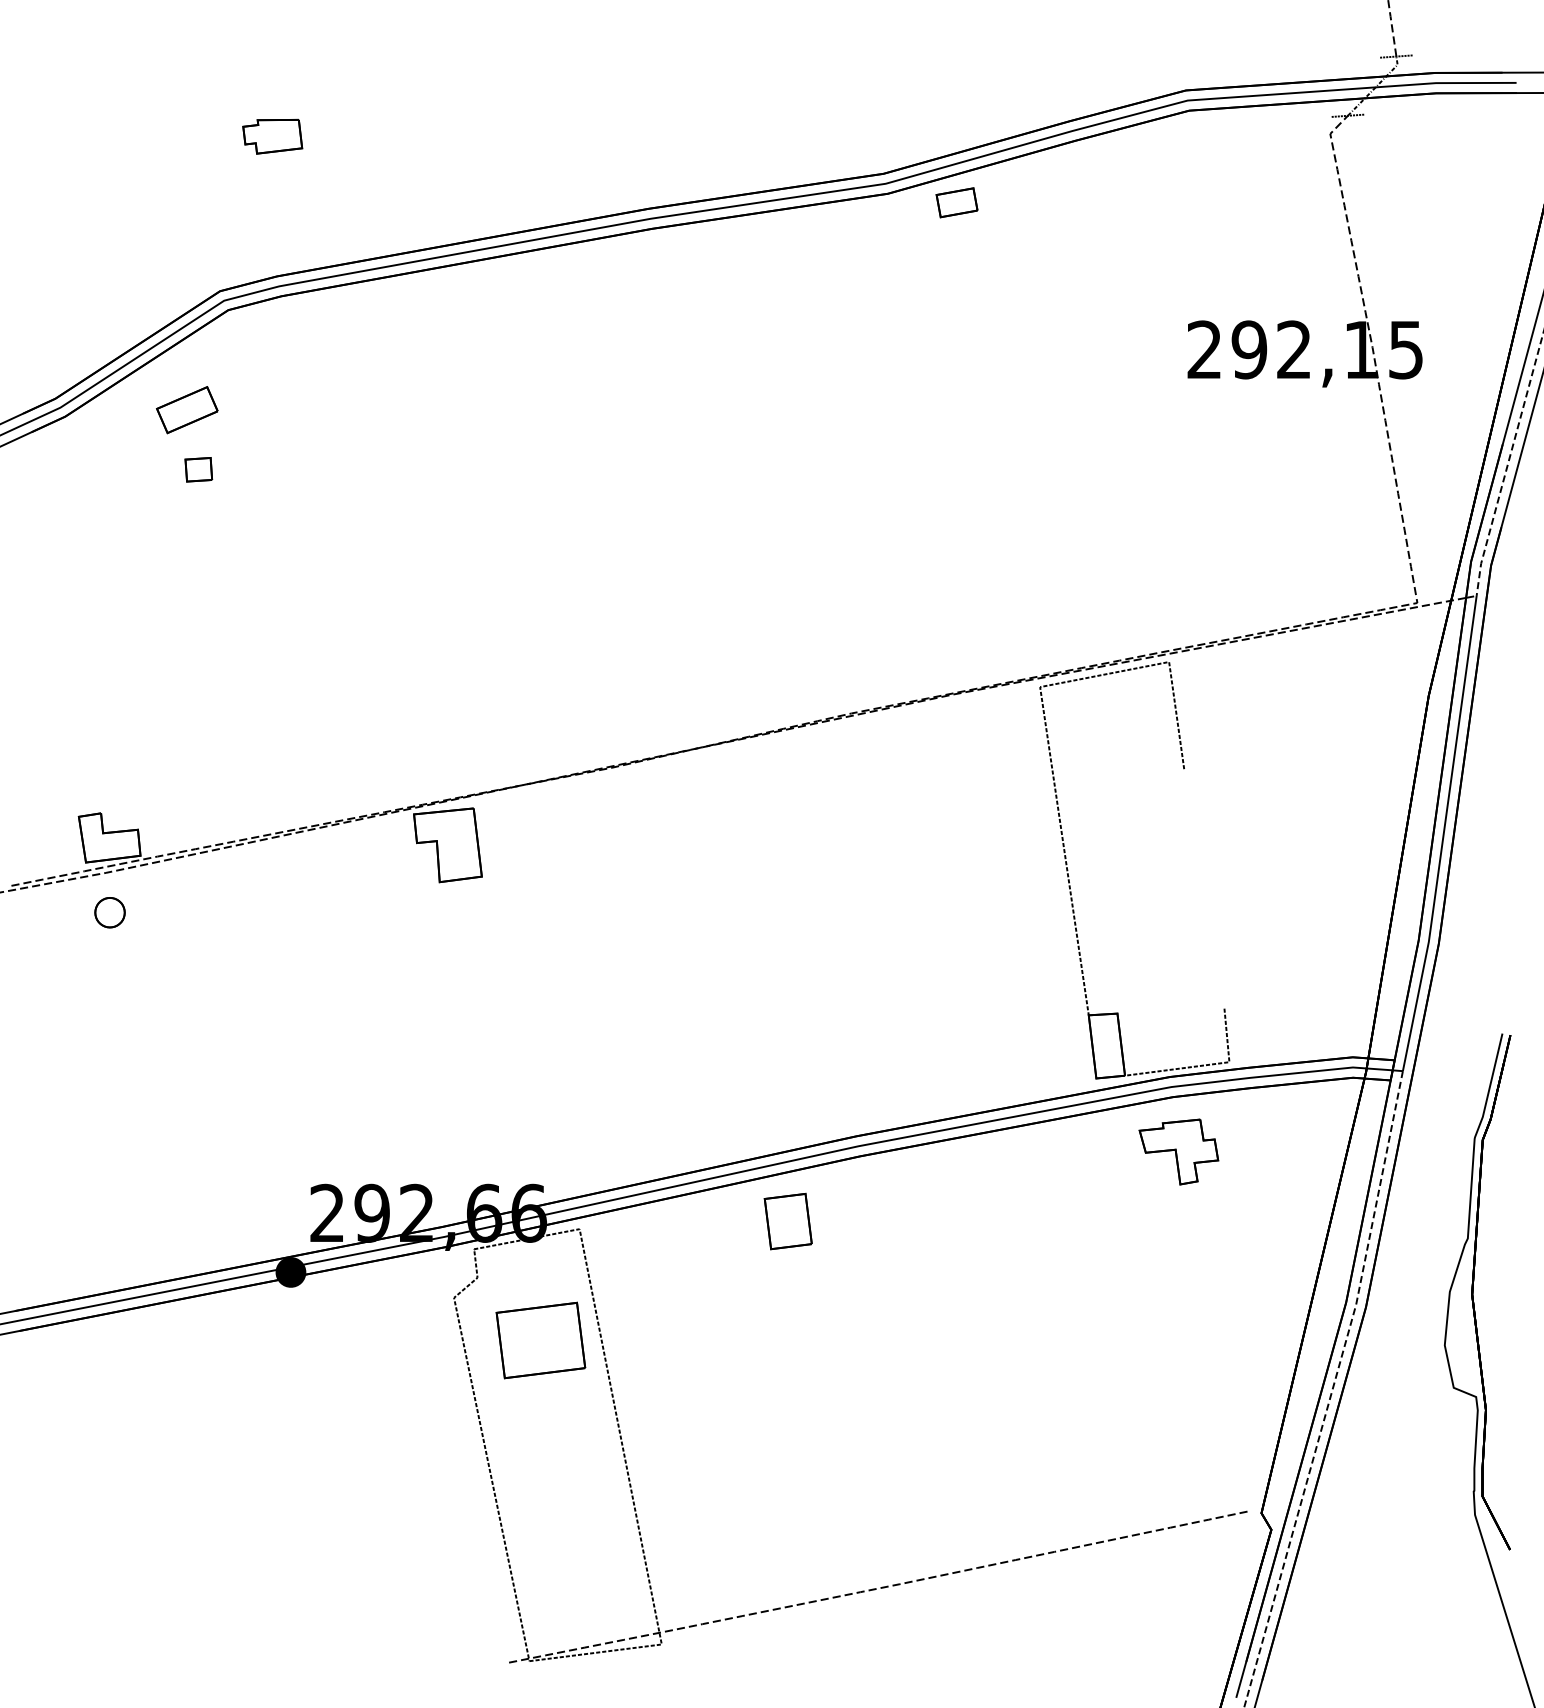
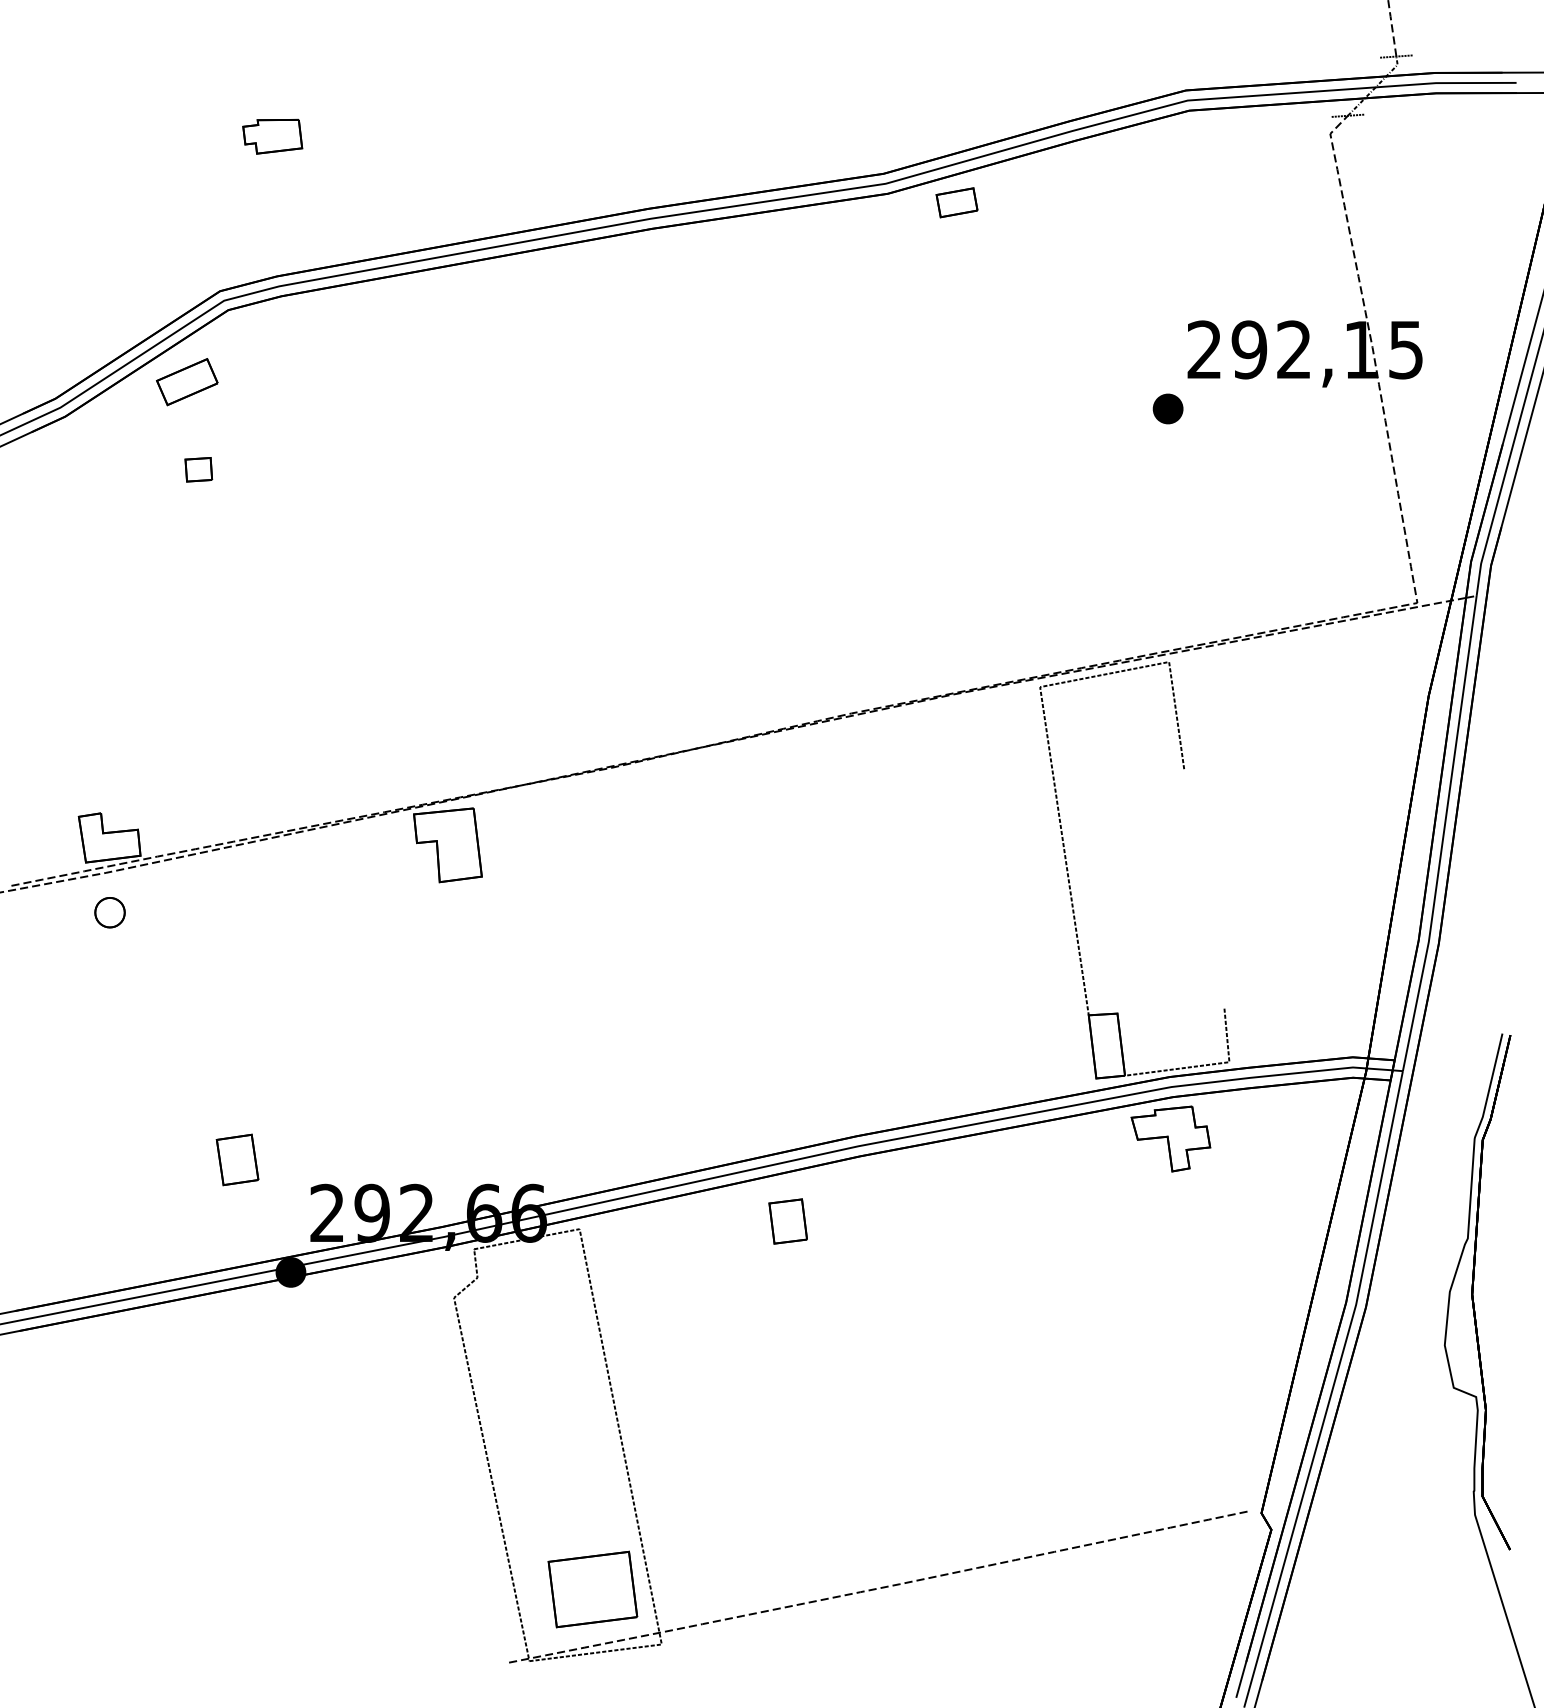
part at (1167, 408): none -> present
part at (187, 410) position: (187, 410) -> (187, 382)
line at (1507, 464): dashed -> solid
part at (1178, 1151) position: (1178, 1151) -> (1170, 1138)
part at (237, 1159): none -> present
part at (787, 1221) size: 50x59 px -> 40x47 px
part at (540, 1340) position: (540, 1340) -> (592, 1589)
line at (1332, 1391): dashed -> solid
